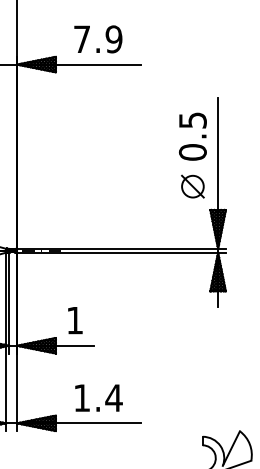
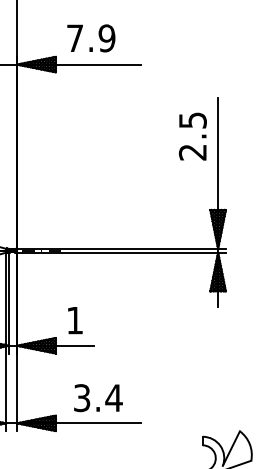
text at (98, 39) position: (98, 39) -> (91, 38)
text at (192, 152): 0.5 -> 2.5
part at (192, 186): present -> none
text at (82, 398): 1.4 -> 3.4
